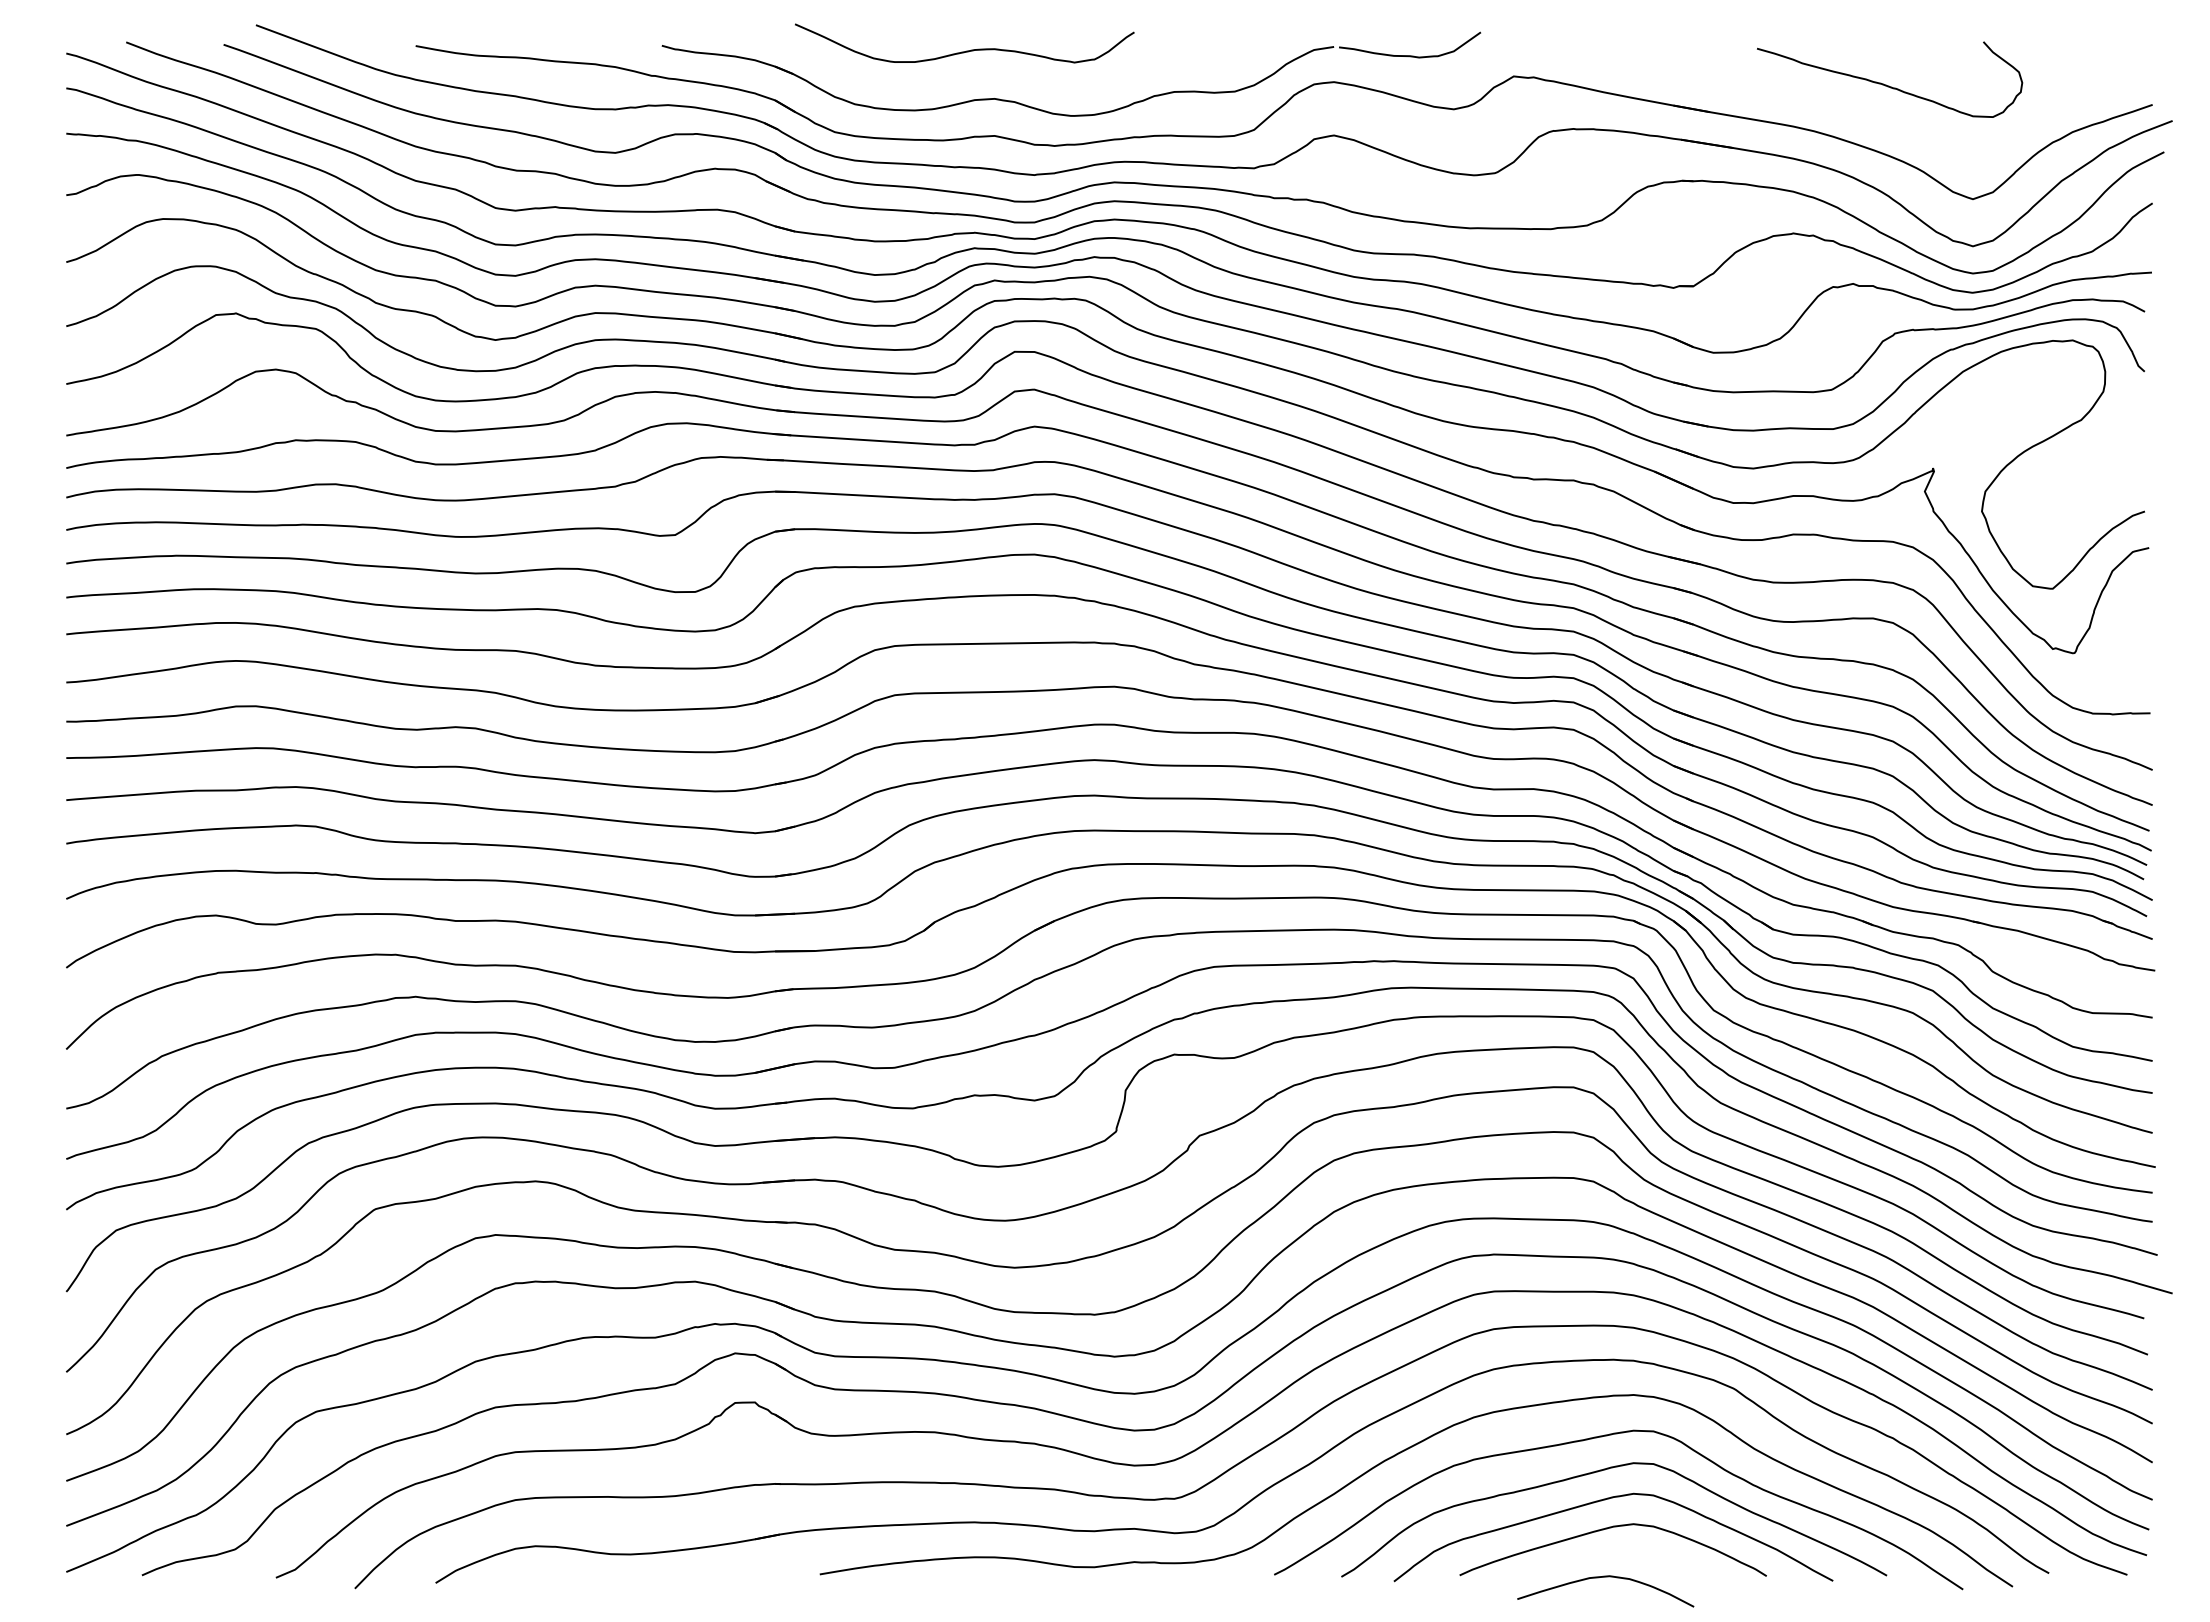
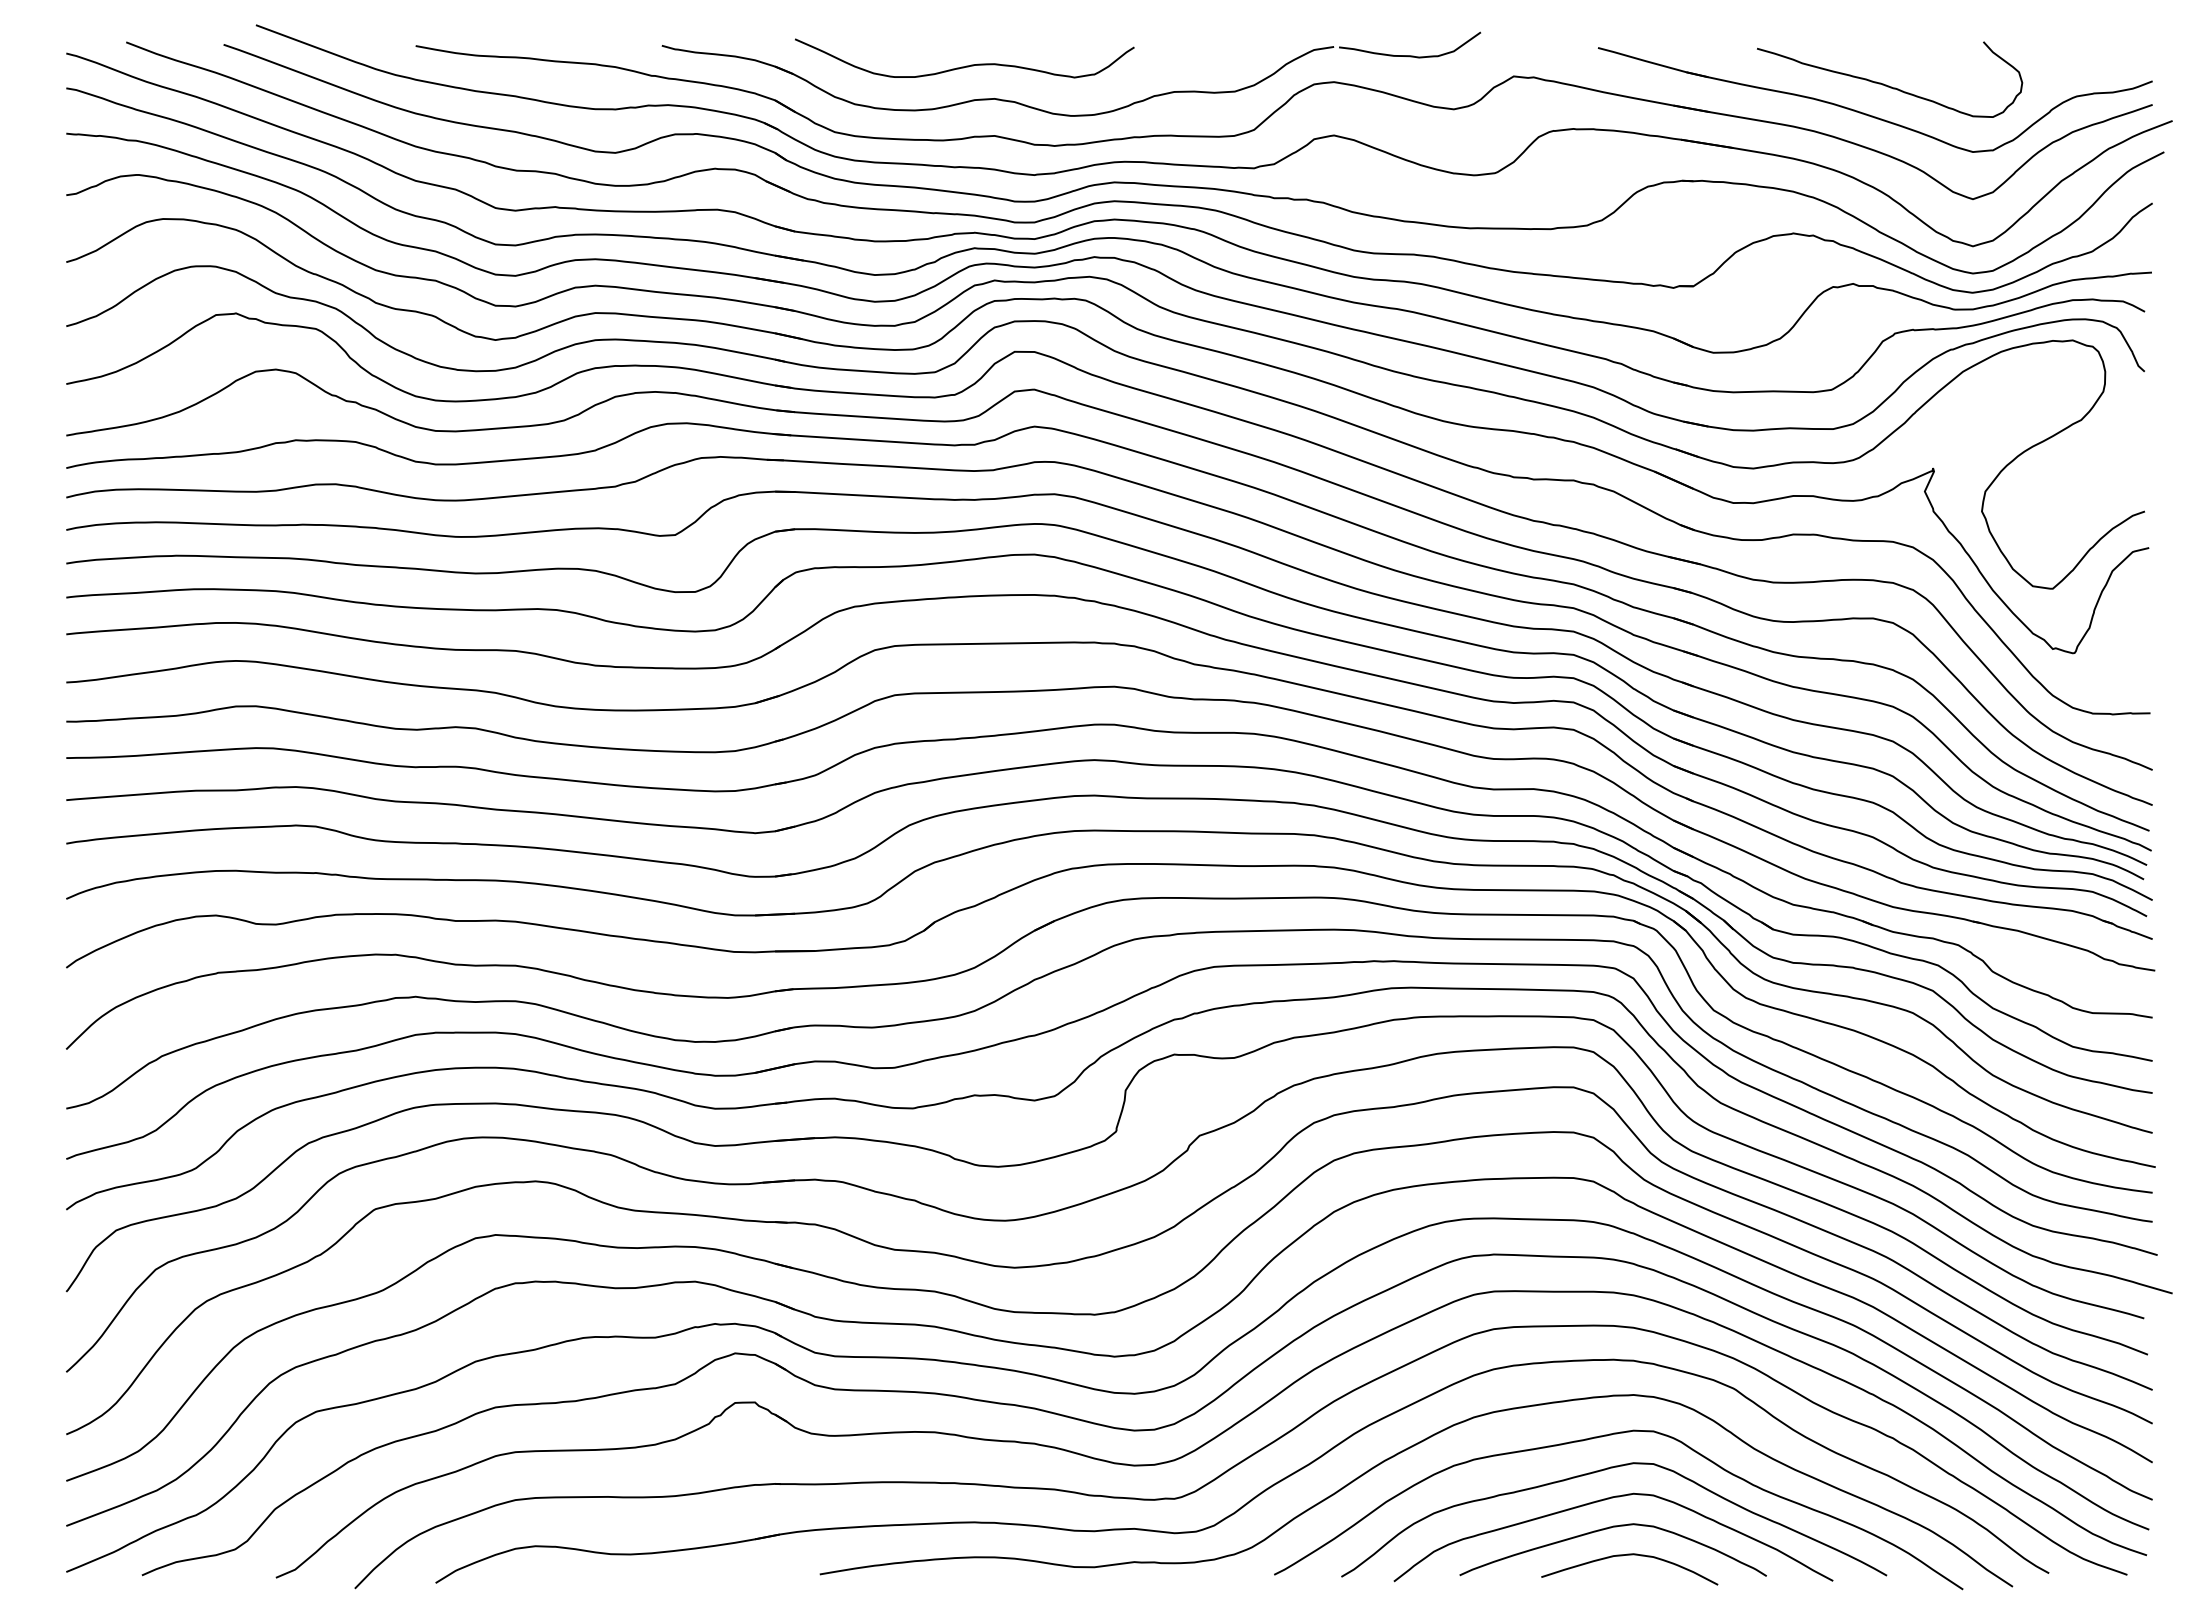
curve at (966, 50) position: (966, 50) -> (966, 65)
part at (1869, 114): none -> present
curve at (1605, 1577) position: (1605, 1577) -> (1629, 1555)
